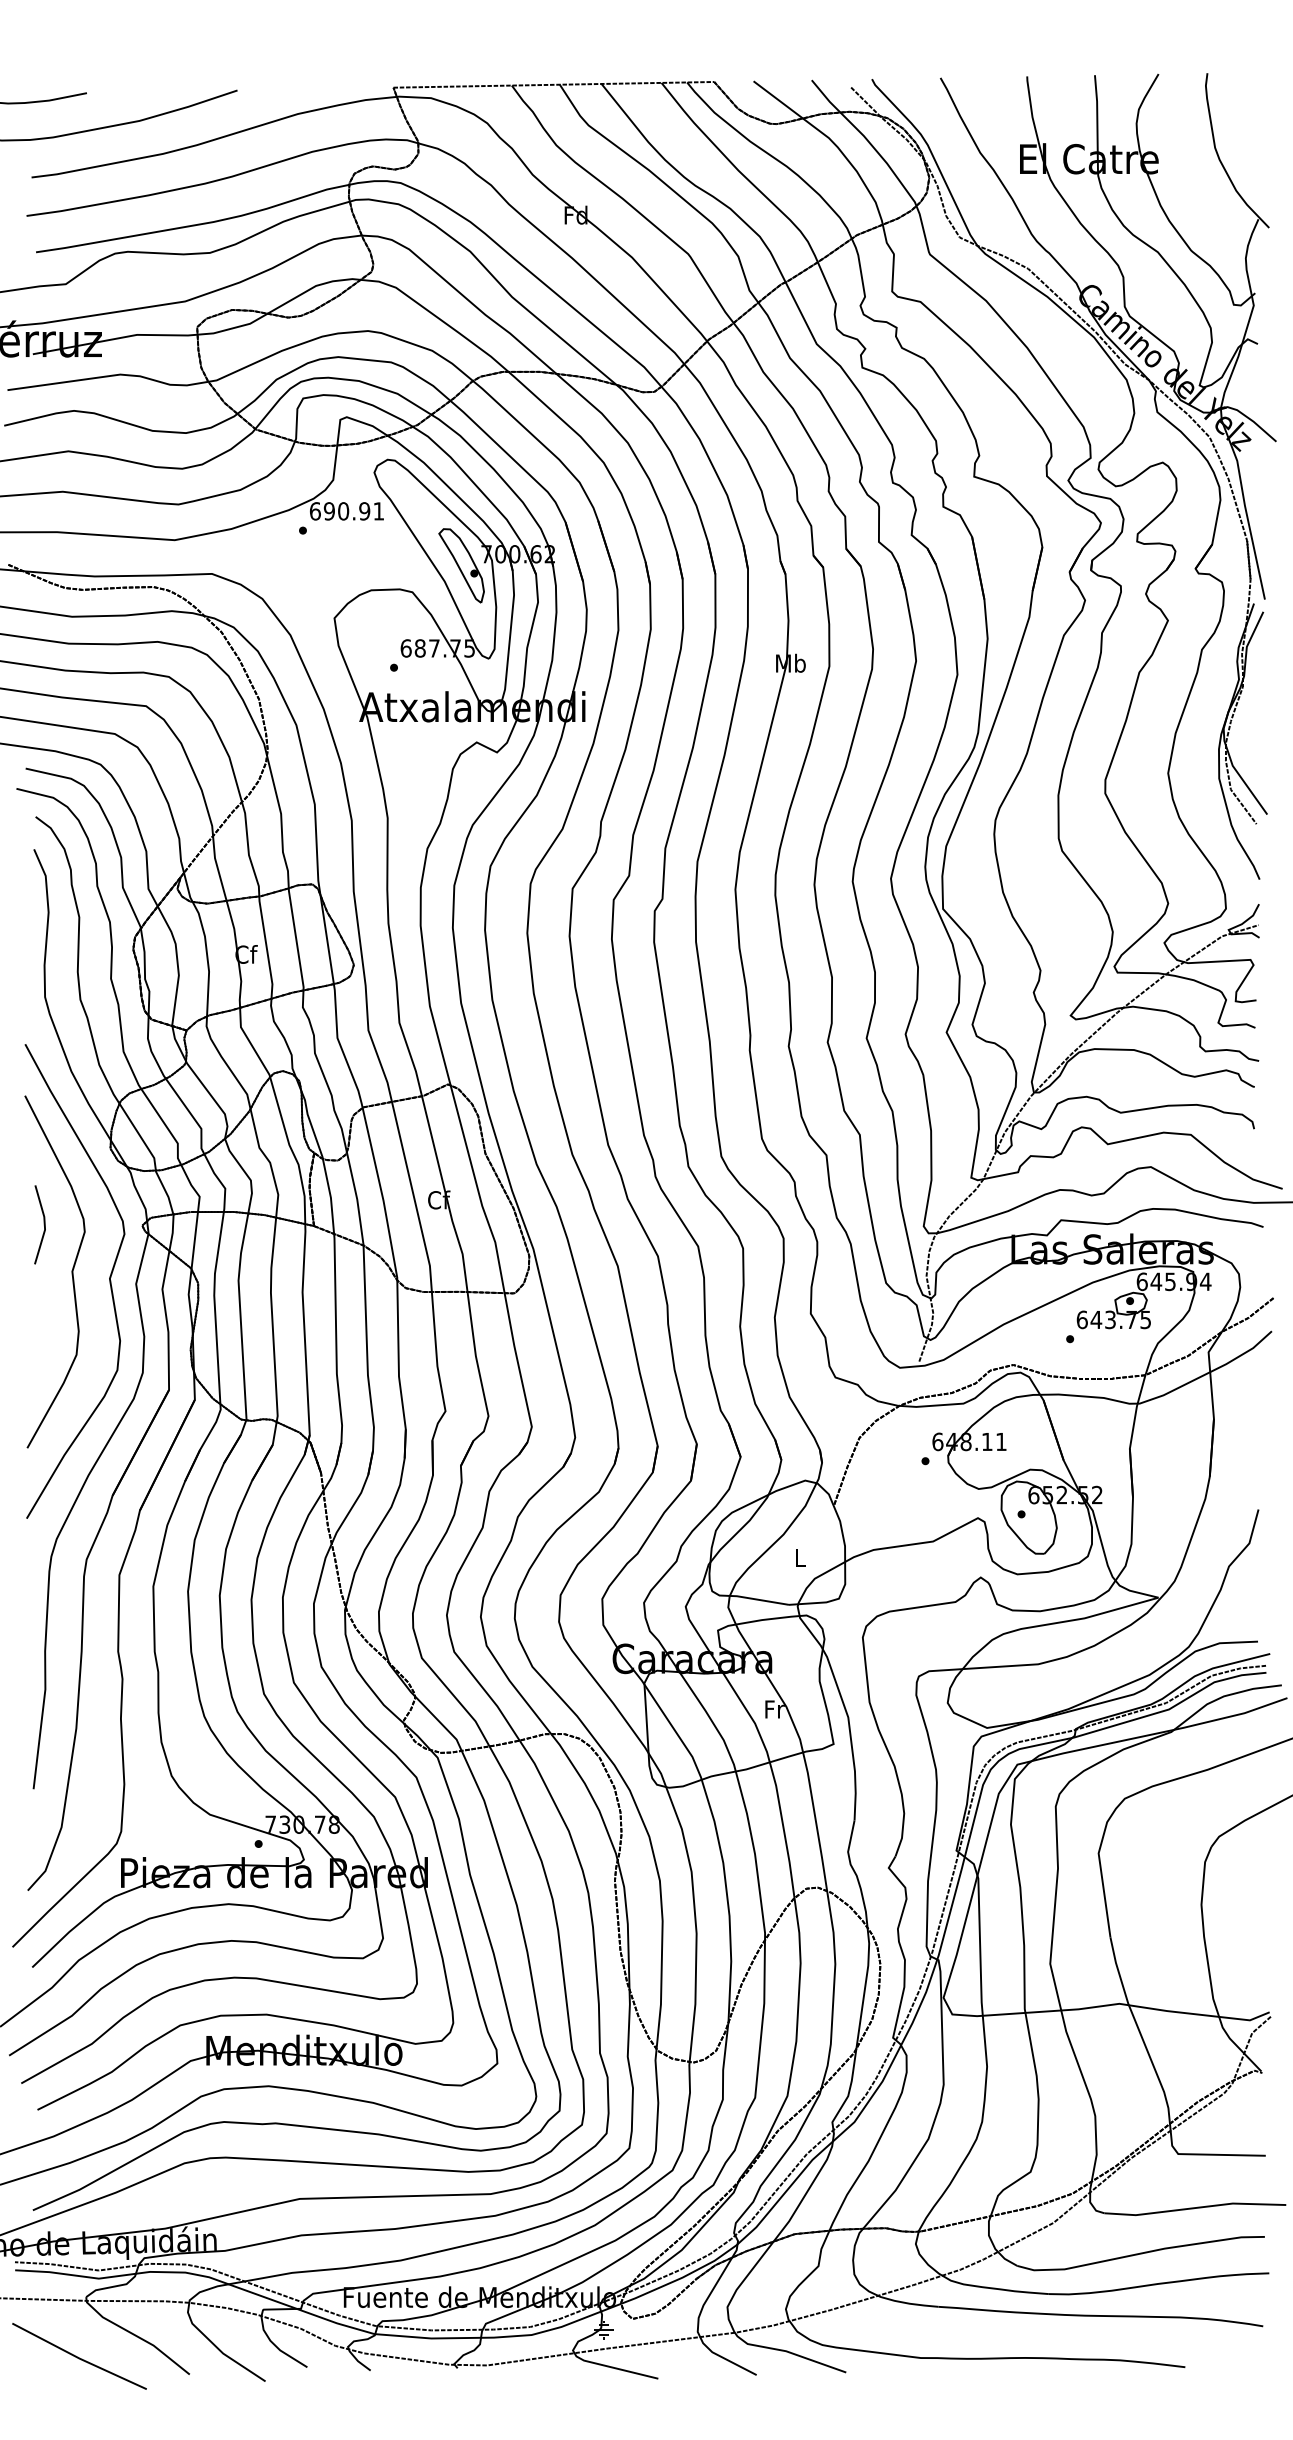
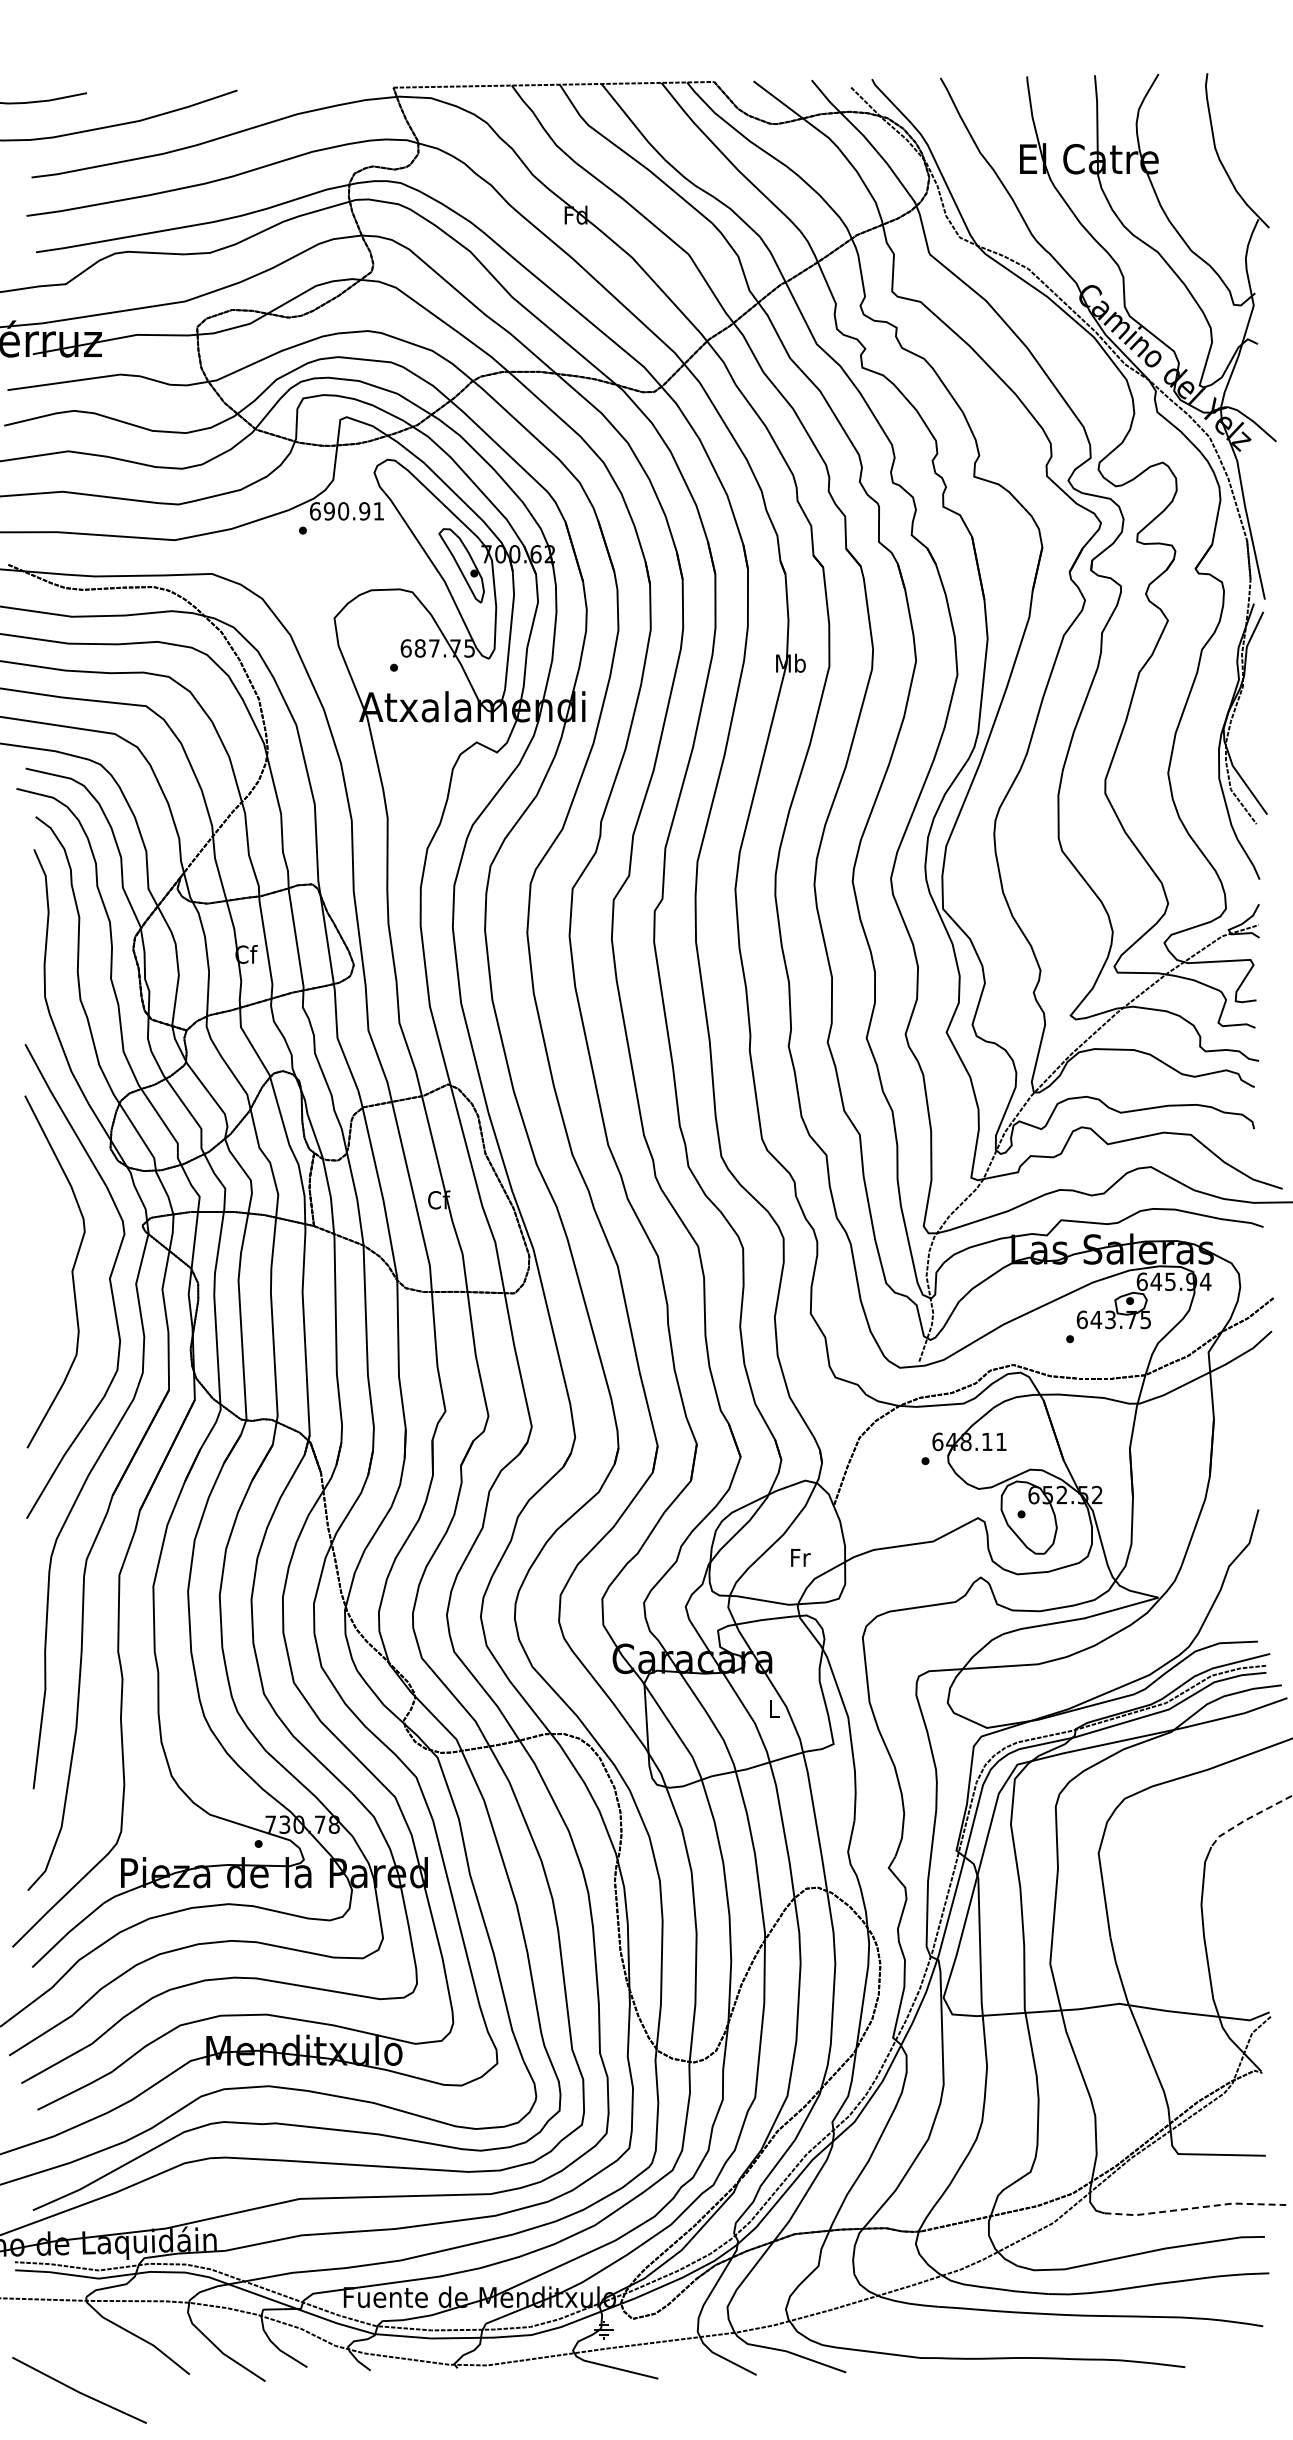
line at (43, 1224): present -> none
text at (800, 1557): L -> Fr
text at (774, 1709): Fr -> L
line at (1248, 1818): solid -> dashed
line at (1195, 2208): solid -> dashed
line at (79, 2357) position: (79, 2357) -> (79, 2391)
